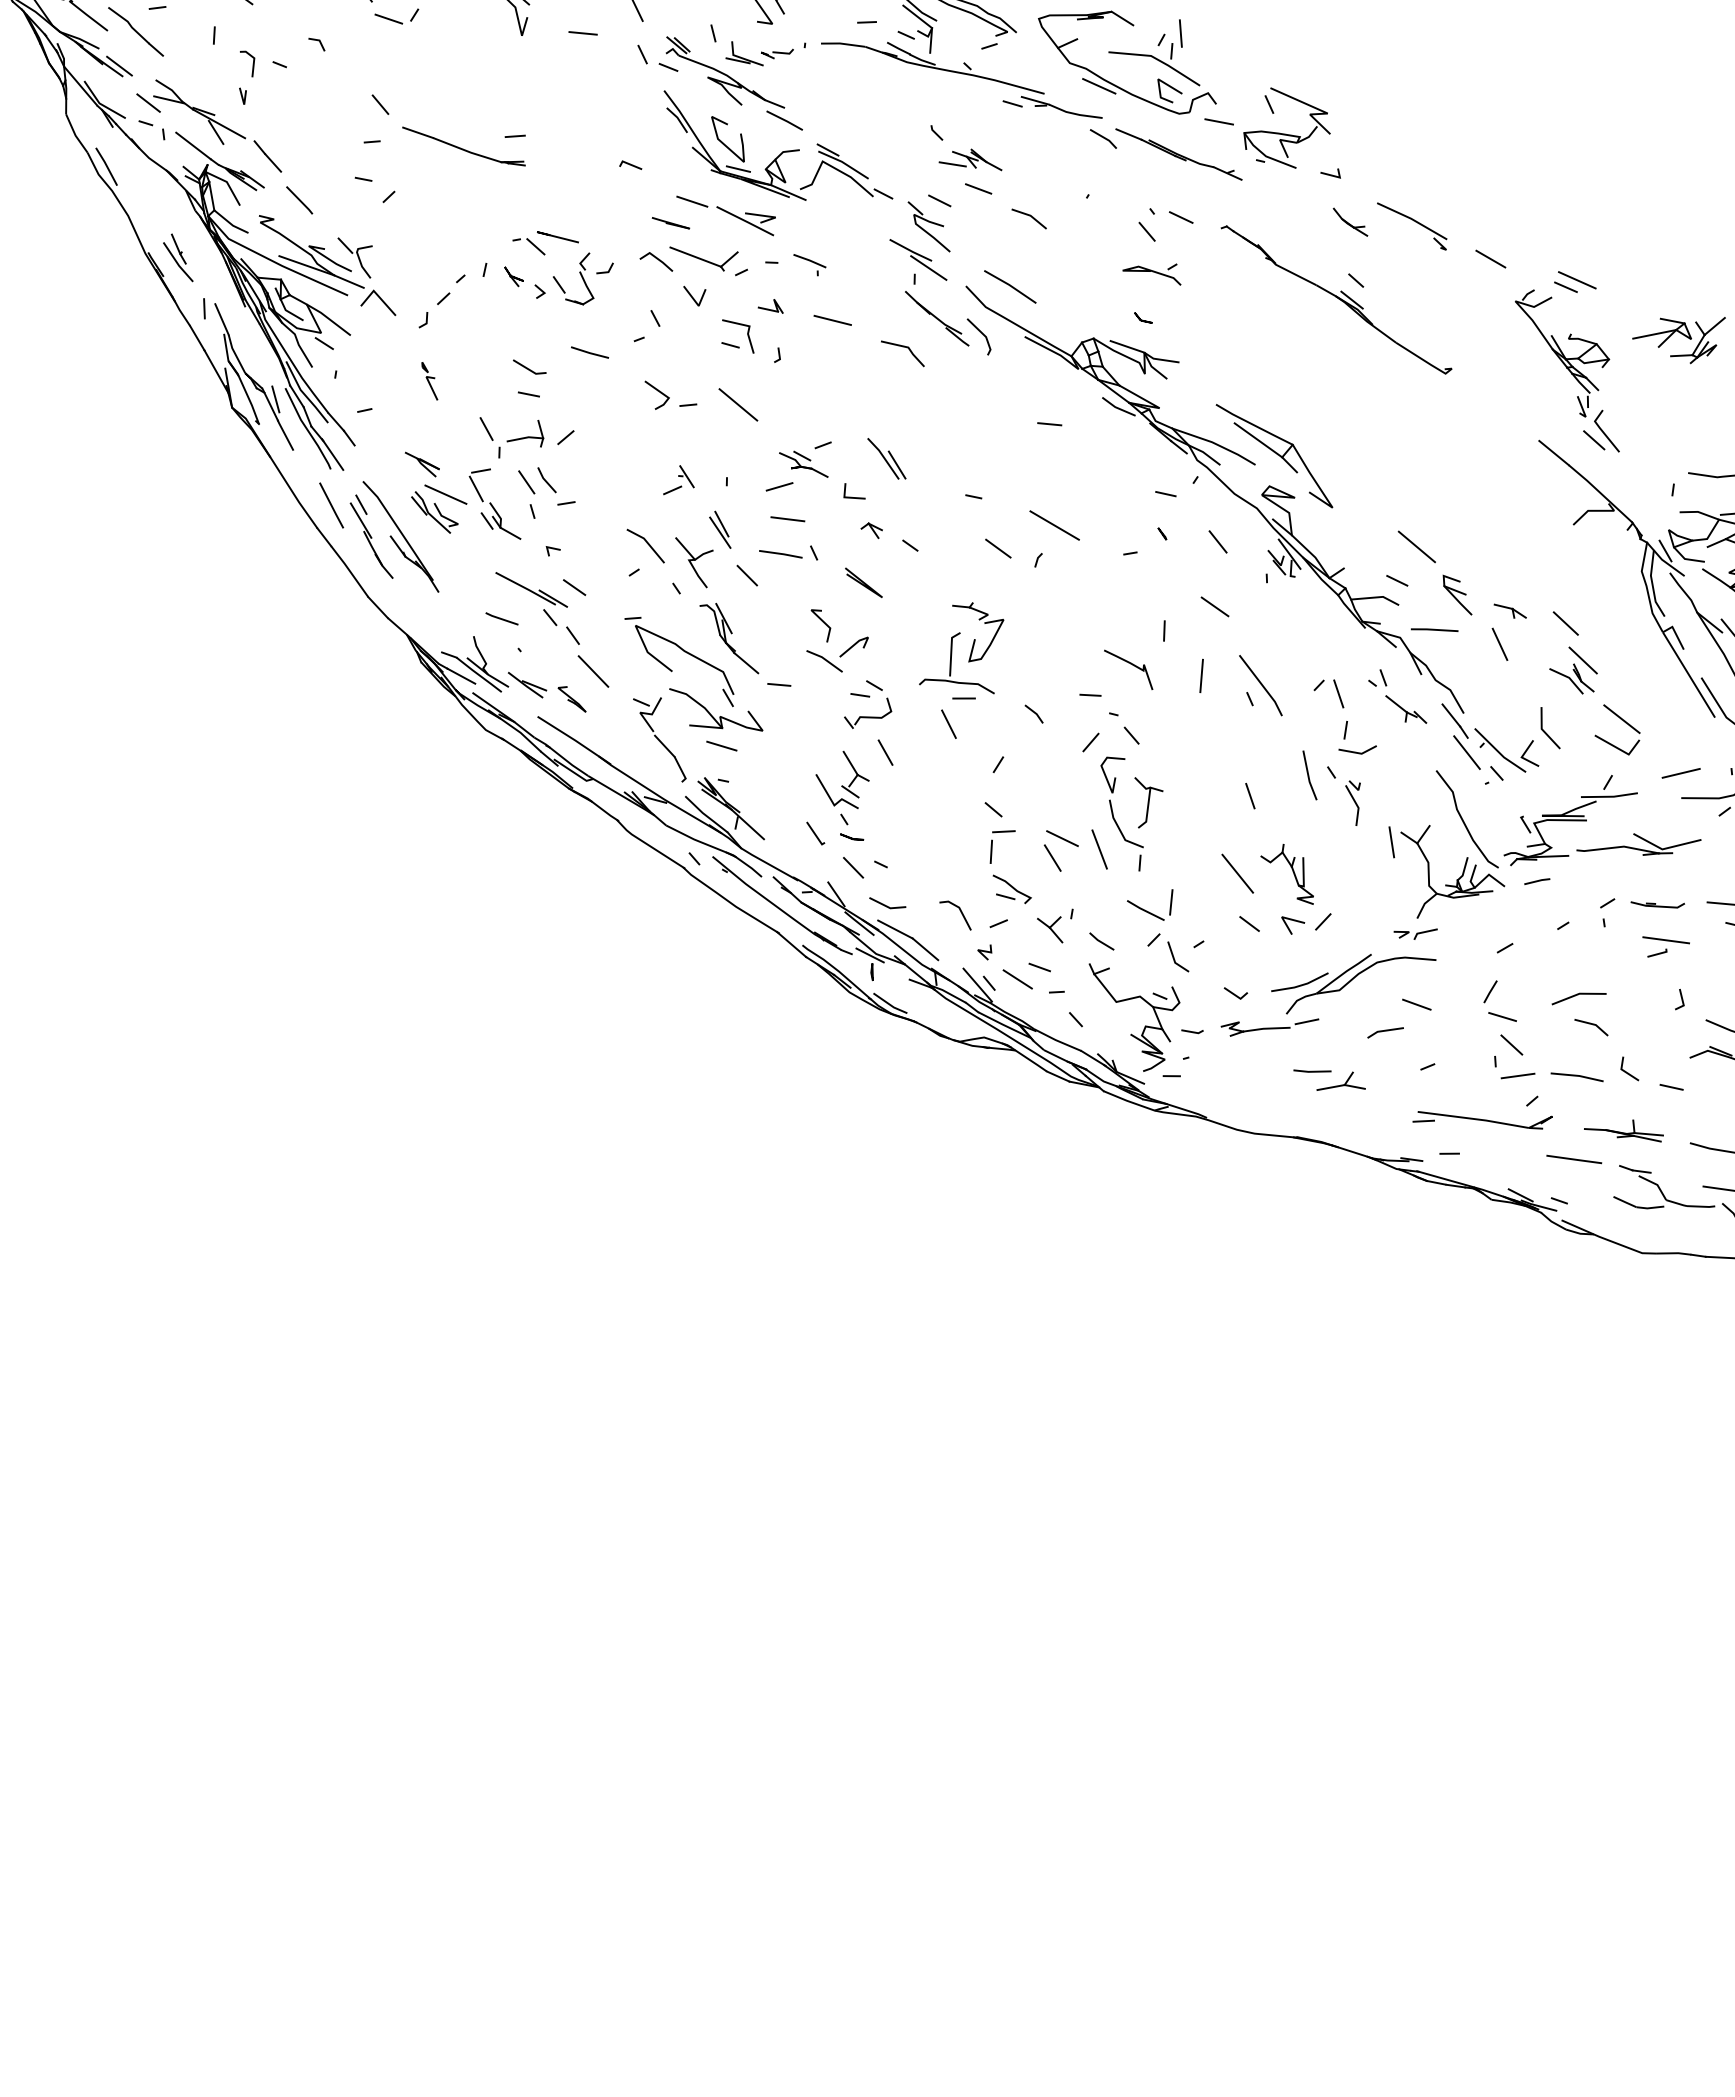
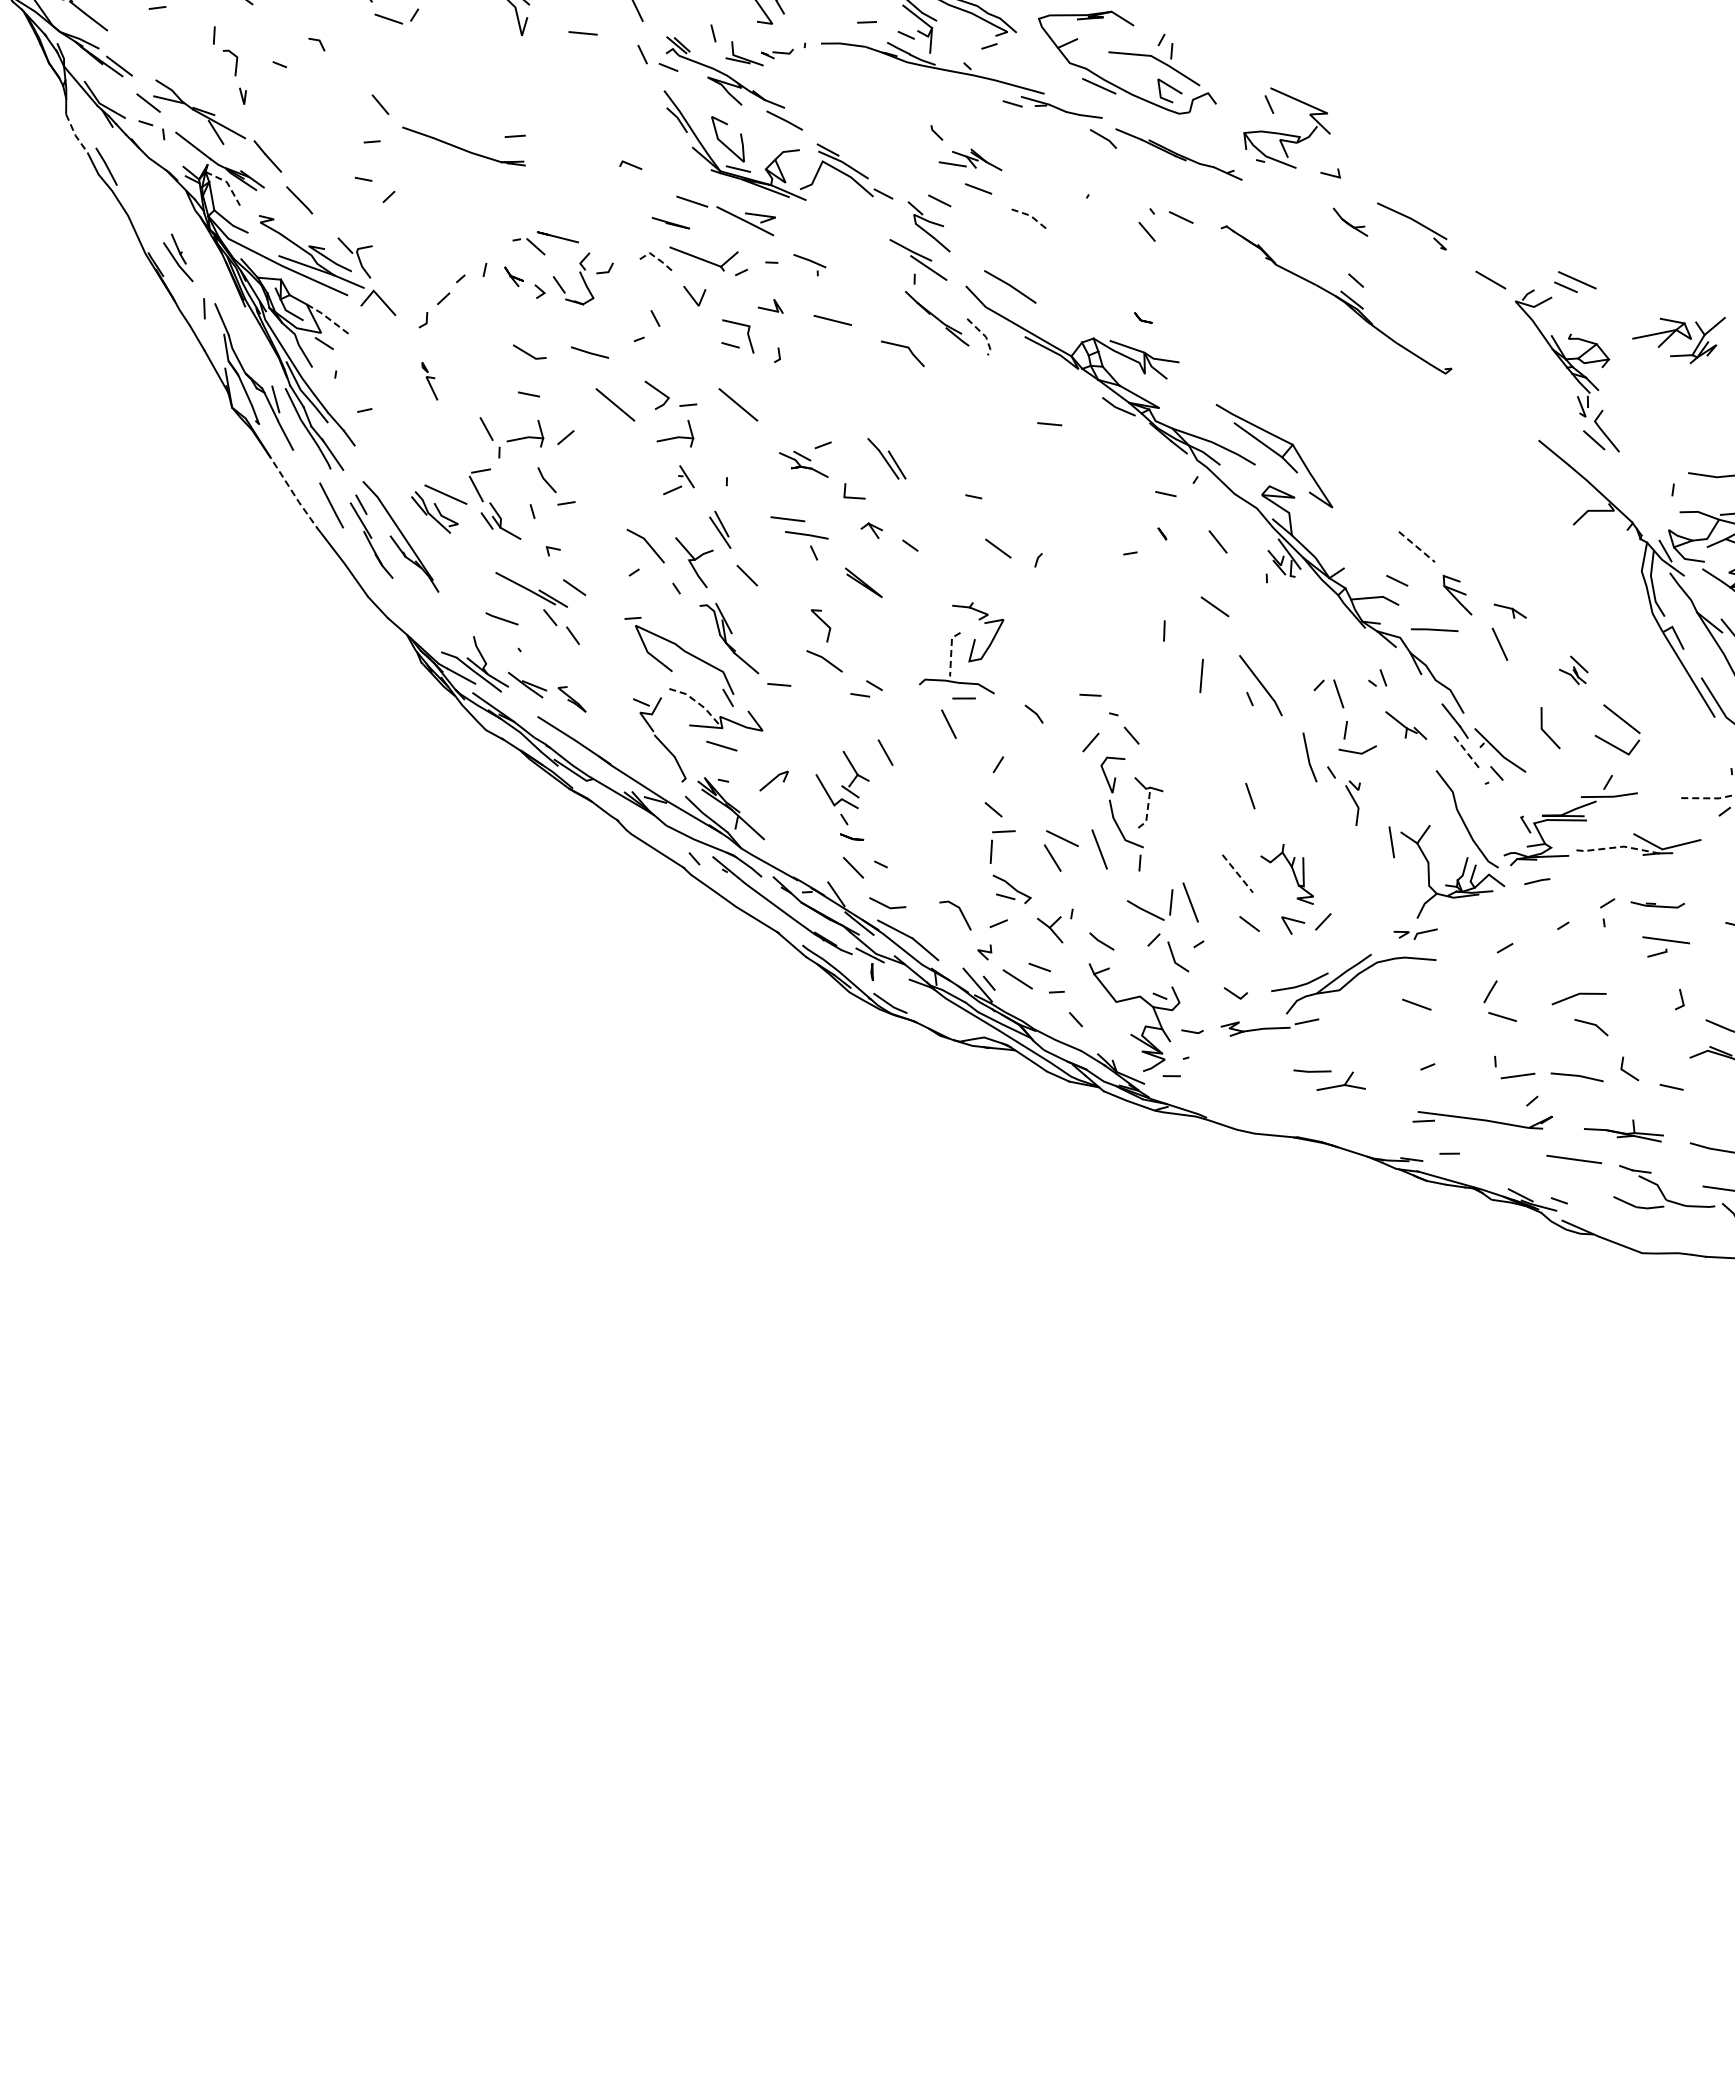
part at (136, 31): present -> none
line at (1180, 33): present -> none
line at (252, 63) position: (252, 63) -> (235, 62)
line at (1219, 121): present -> none
line at (75, 134): solid -> dashed
line at (227, 183): solid -> dashed
line at (1030, 215): solid -> dashed
line at (657, 258): solid -> dashed
line at (1490, 258) position: (1490, 258) -> (1490, 279)
part at (1151, 274): present -> none
line at (328, 318): solid -> dashed
line at (984, 335): solid -> dashed
line at (529, 368) position: (529, 368) -> (529, 353)
line at (615, 404): none -> present
part at (675, 433): none -> present
part at (421, 464): present -> none
line at (526, 482): present -> none
line at (779, 486): present -> none
line at (292, 491): solid -> dashed
line at (1054, 525): present -> none
line at (1416, 546): solid -> dashed
line at (780, 554) position: (780, 554) -> (806, 535)
line at (1565, 623): present -> none
line at (853, 646) position: (853, 646) -> (773, 780)
line at (951, 651): solid -> dashed
curve at (1130, 664): present -> none
part at (1573, 670) size: 49x49 px -> 30x30 px
line at (593, 671): present -> none
line at (699, 704): solid -> dashed
part at (1406, 709) position: (1406, 709) -> (1406, 725)
part at (868, 712): present -> none
line at (1467, 752): solid -> dashed
line at (1526, 752): present -> none
line at (1680, 772): present -> none
line at (1309, 775) position: (1309, 775) -> (1309, 757)
line at (1709, 798): solid -> dashed
line at (1147, 810): solid -> dashed
line at (815, 833): present -> none
line at (1618, 847): solid -> dashed
line at (1238, 874): solid -> dashed
line at (1190, 902): none -> present
line at (1719, 903): present -> none
line at (1385, 1031): present -> none
line at (1511, 1044): present -> none
